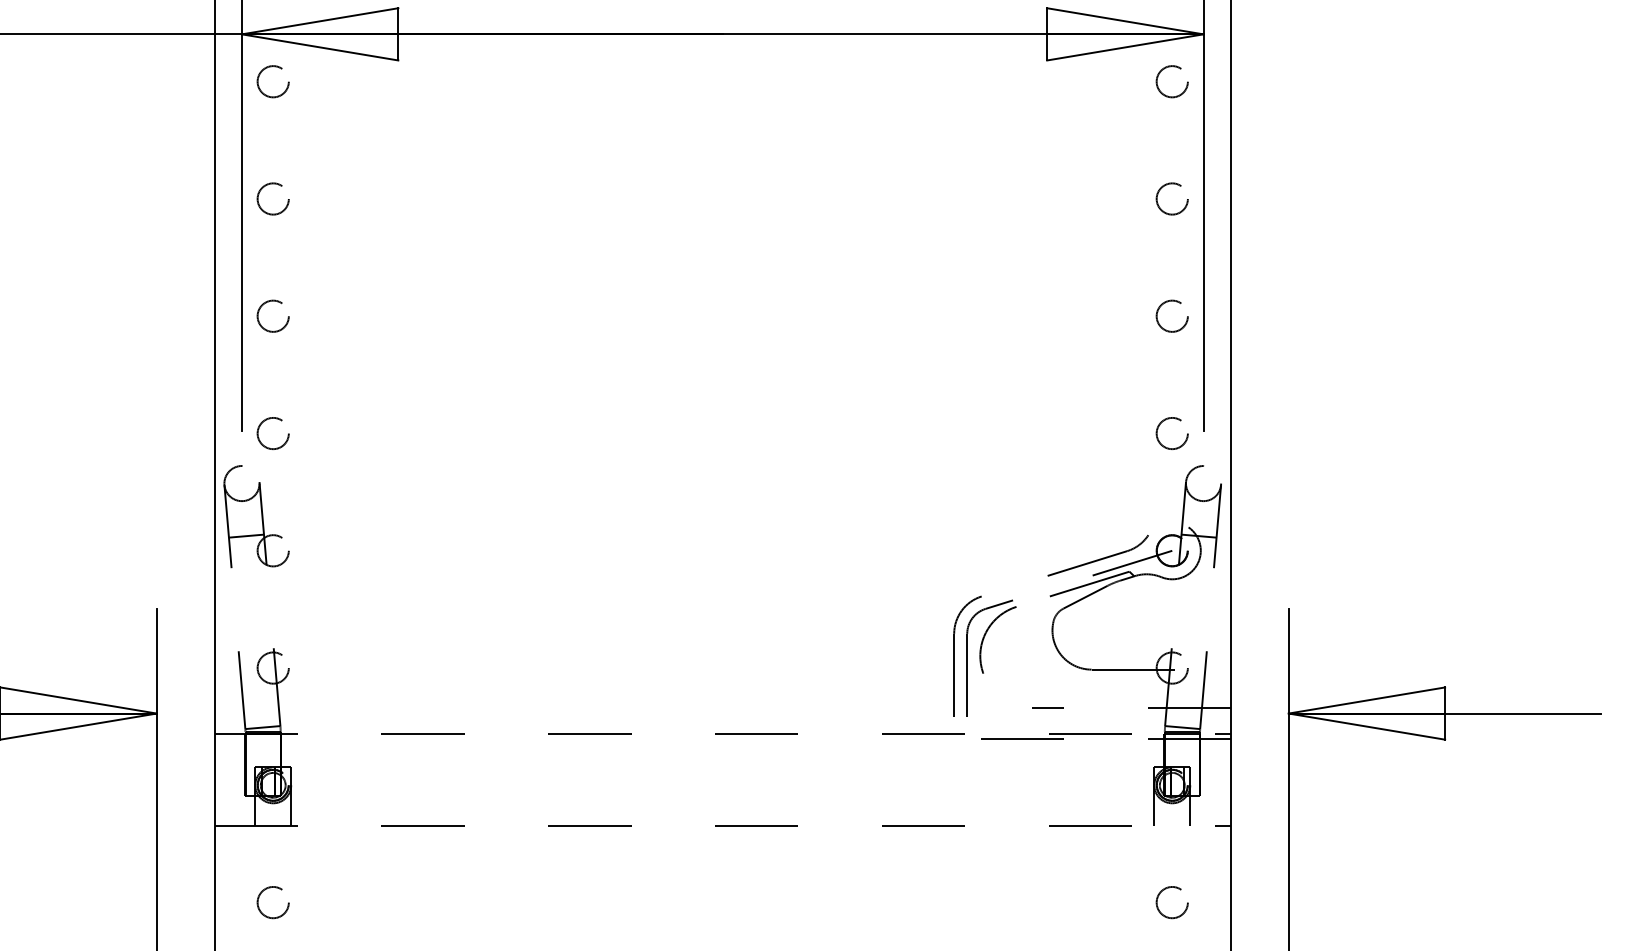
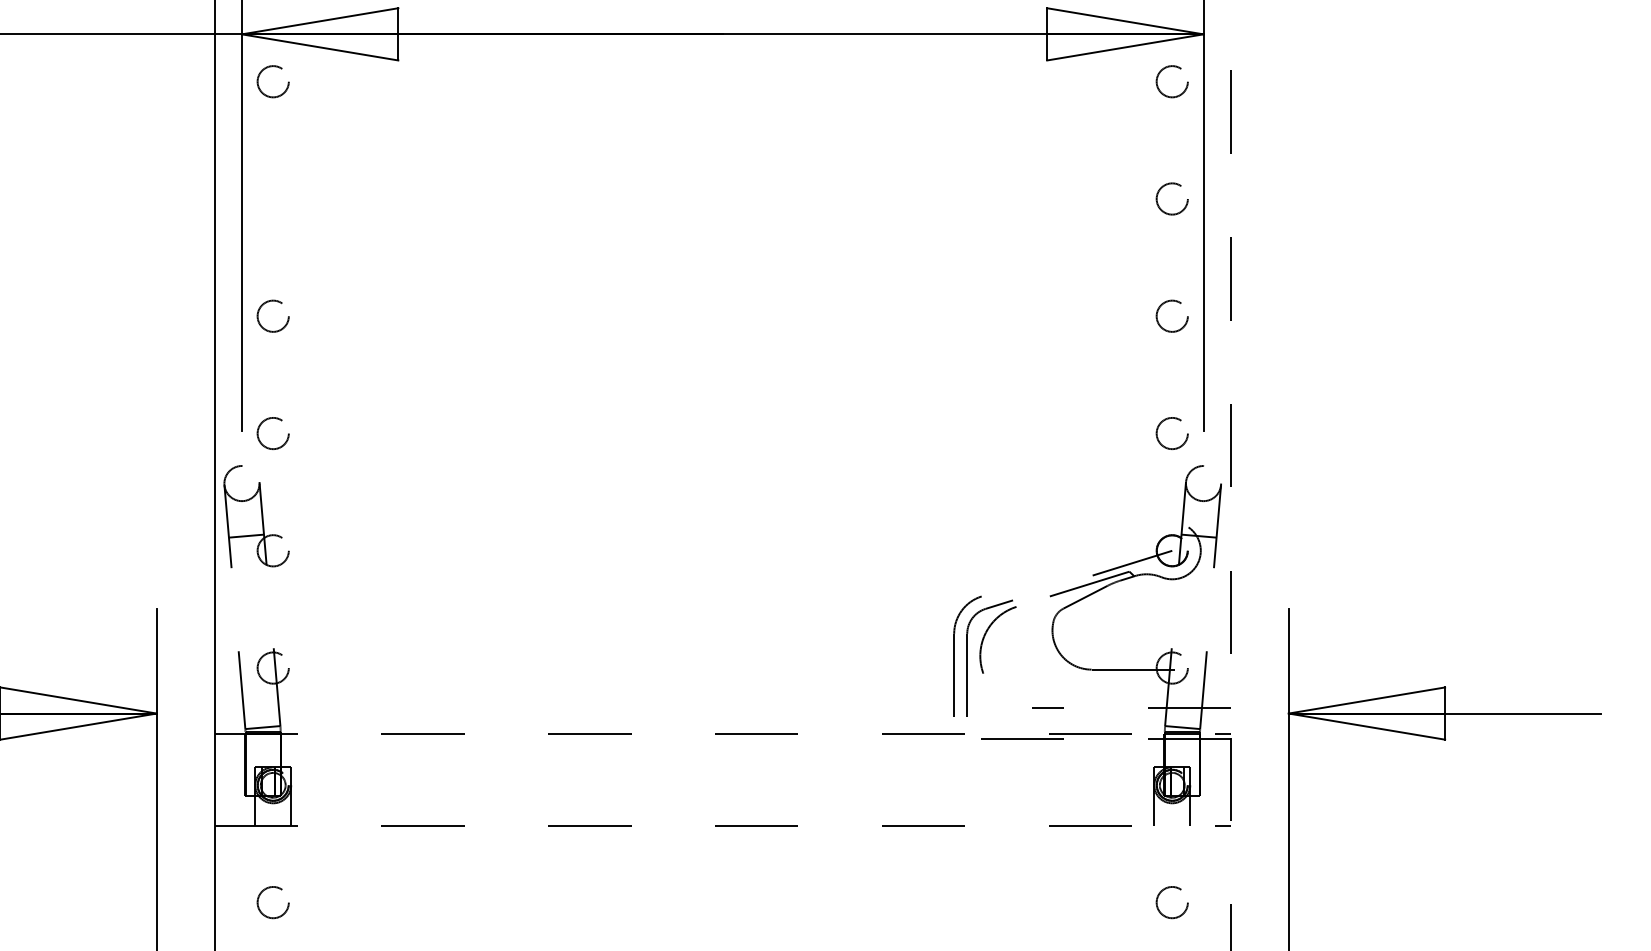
circle at (272, 198): present -> none
line at (1230, 475): solid -> dashed
part at (1097, 555): present -> none
